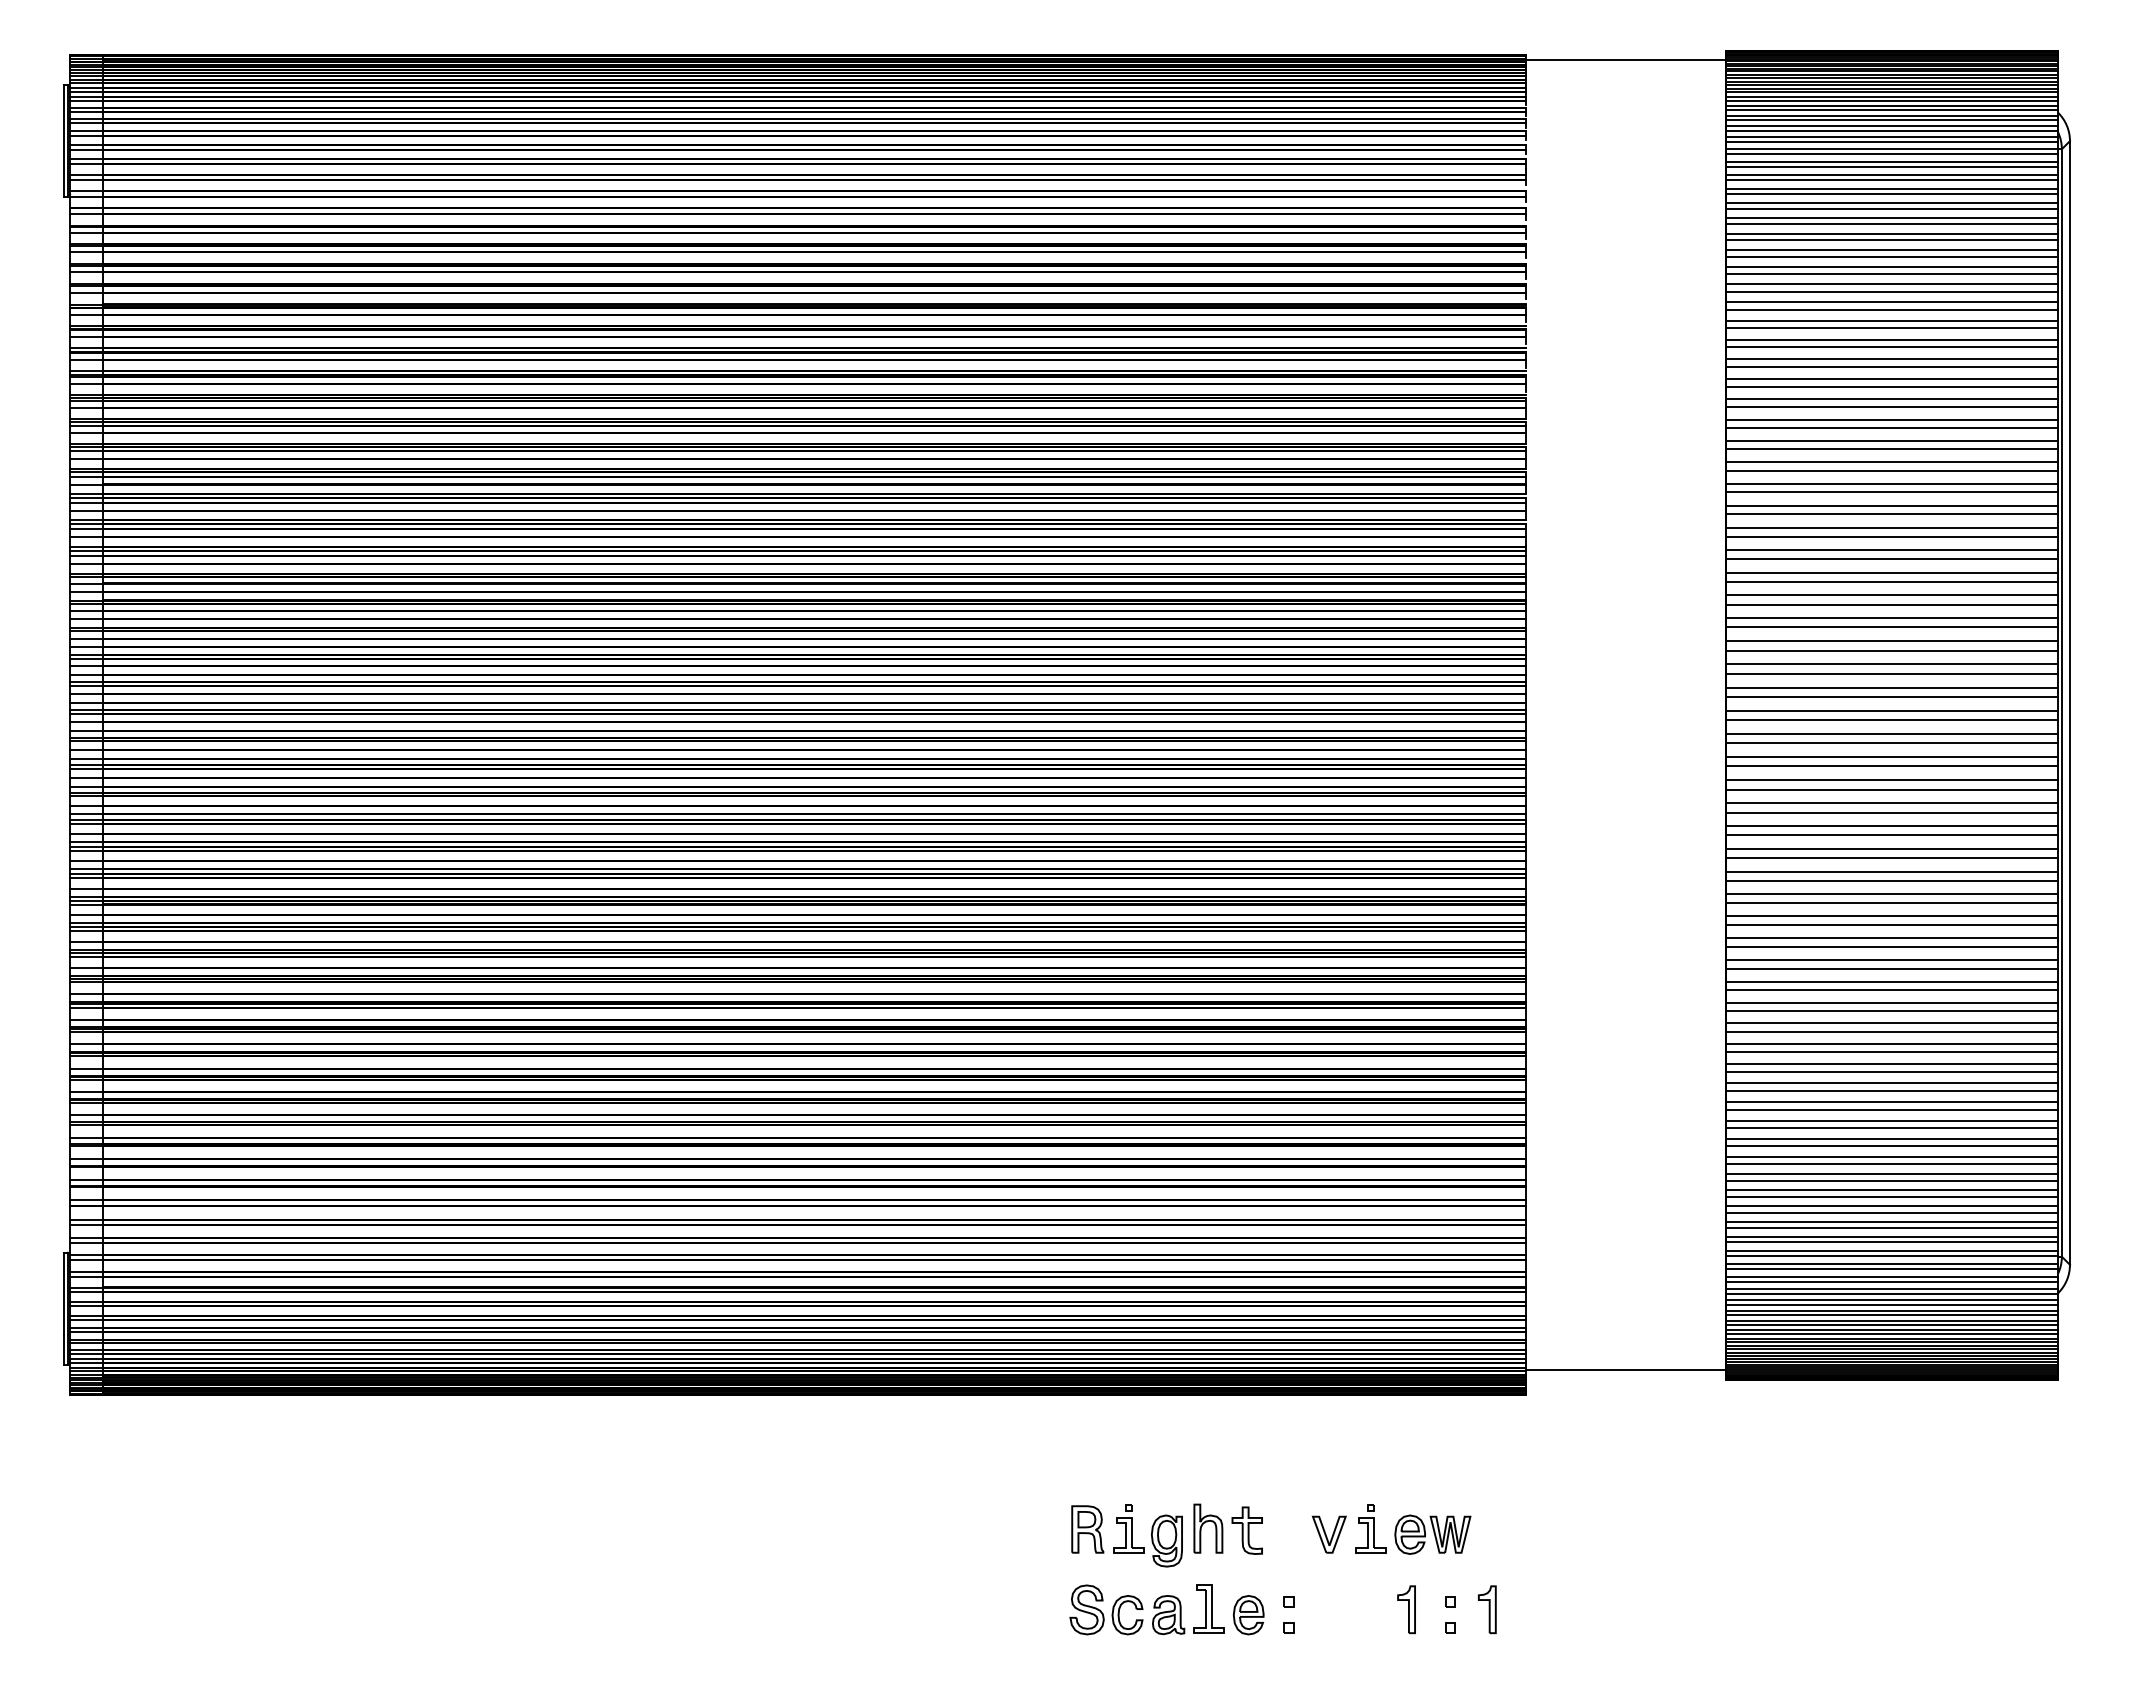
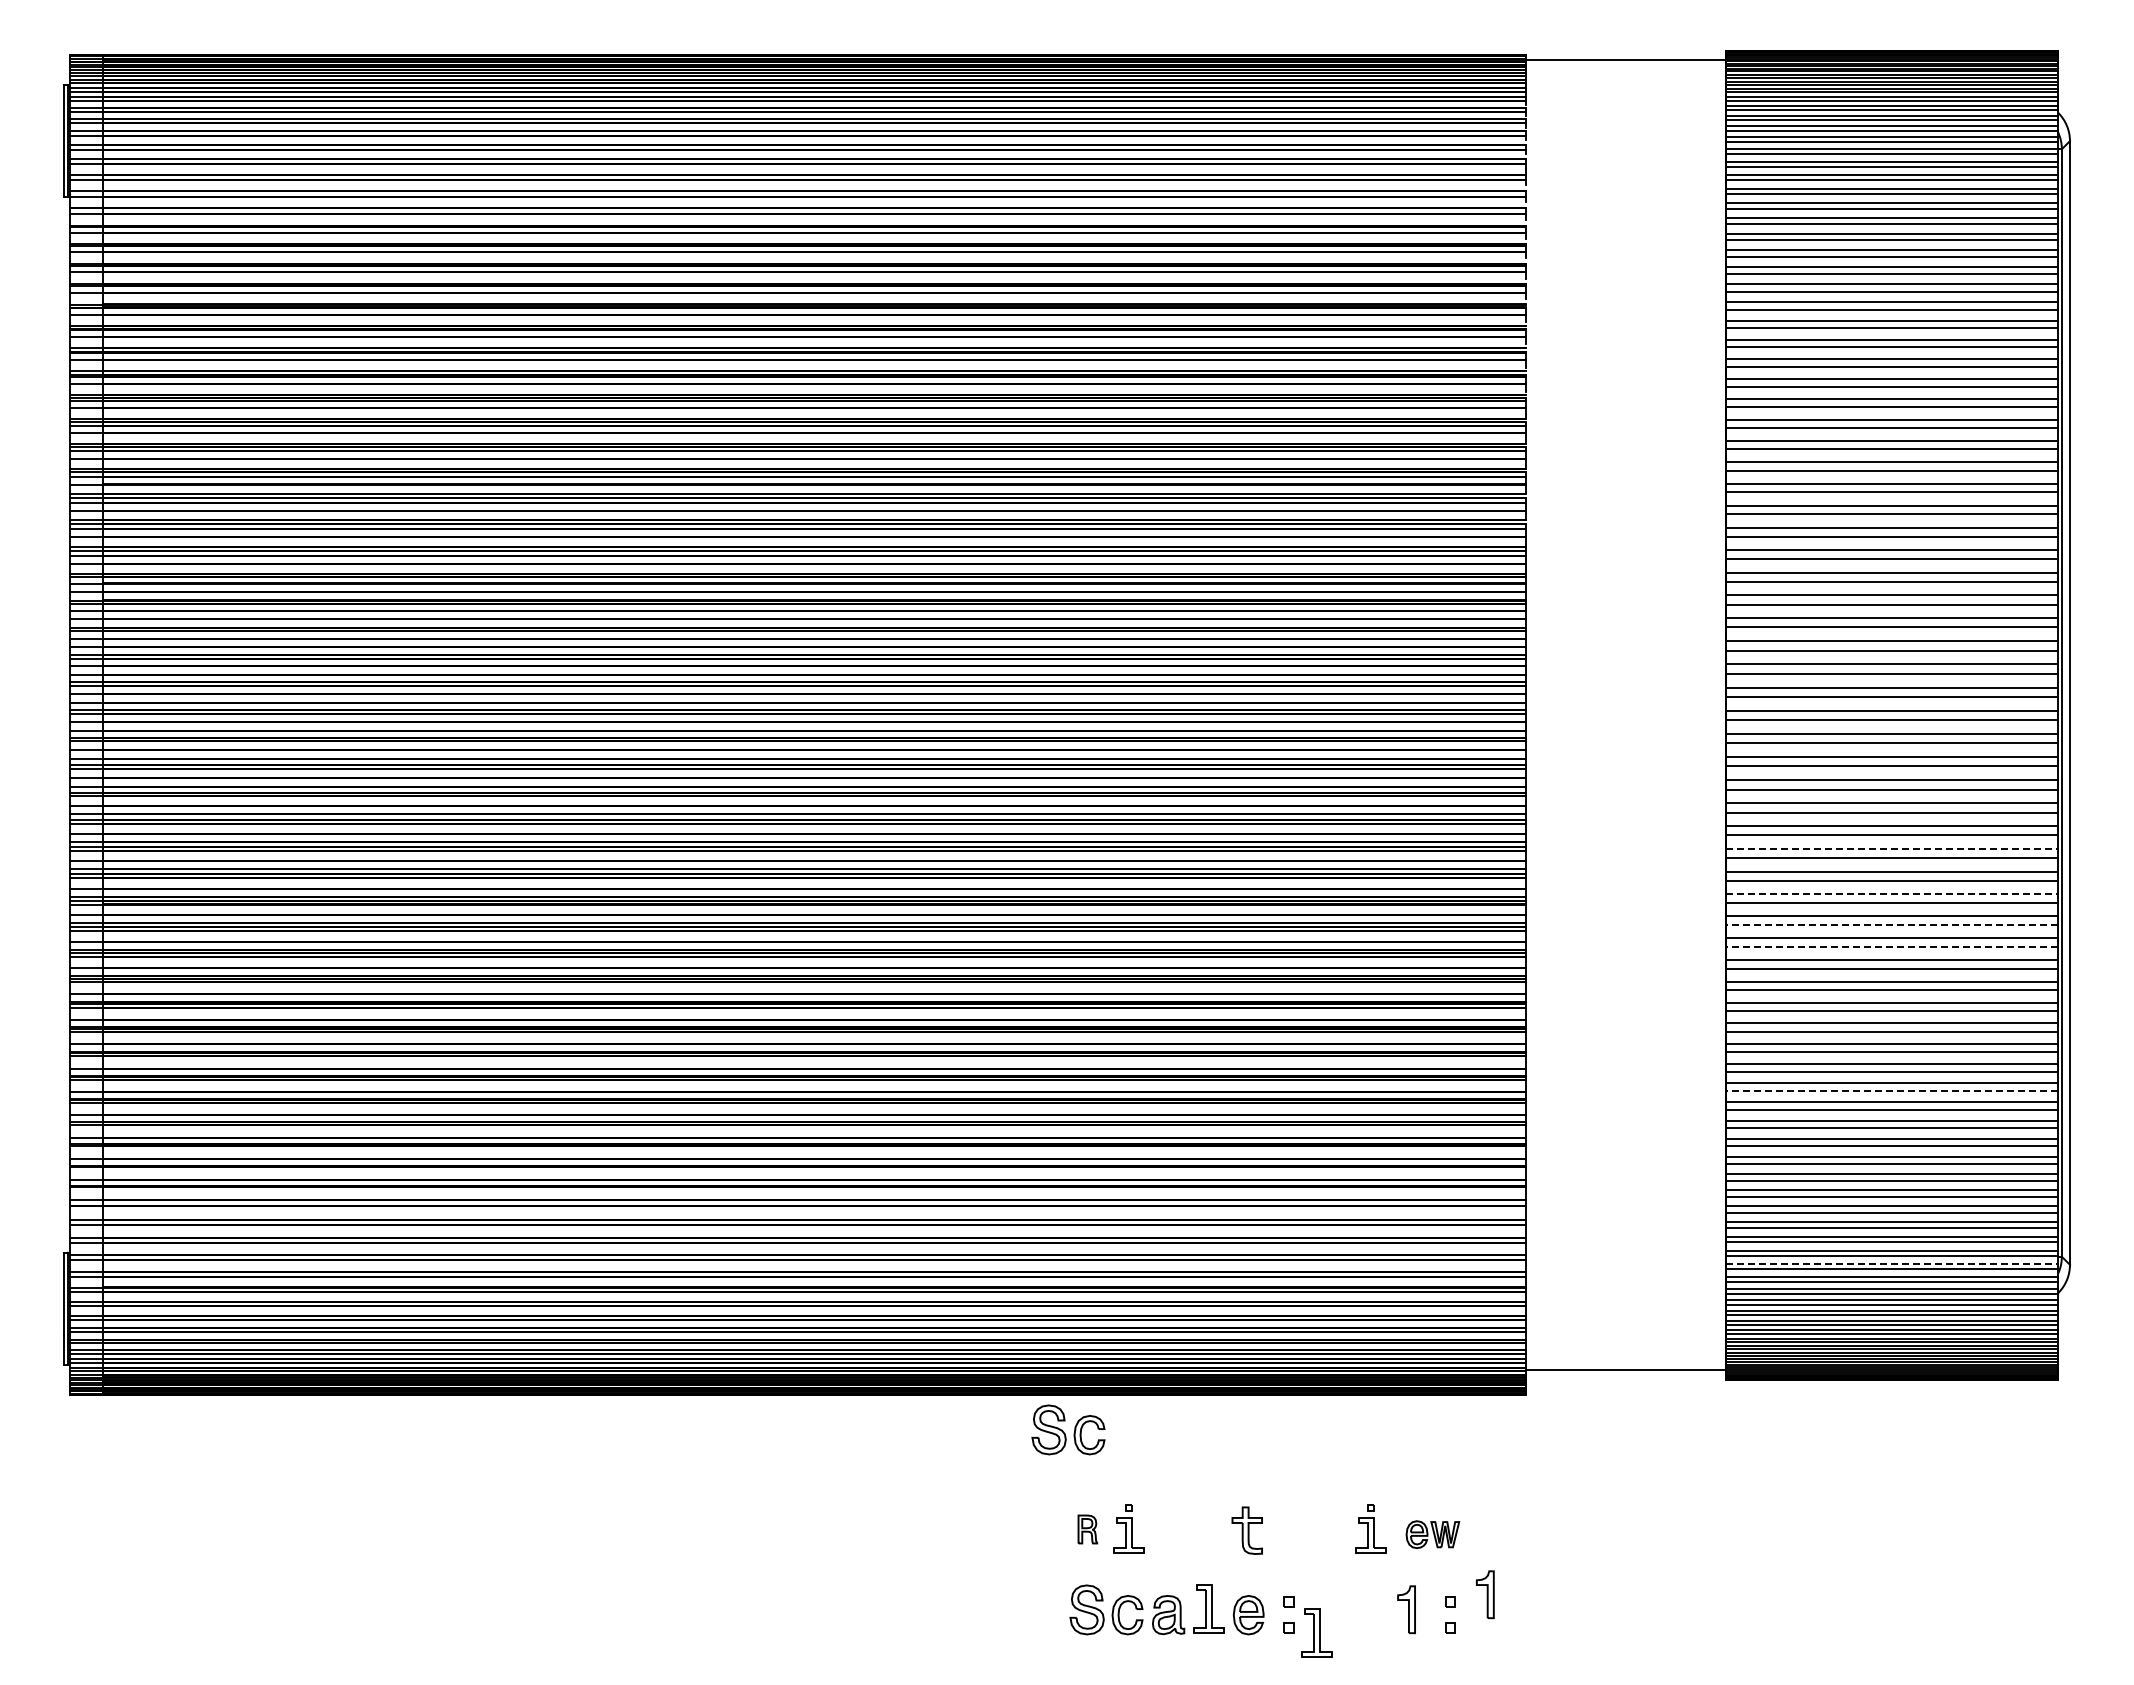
line at (1892, 849): solid -> dashed
line at (1892, 894): solid -> dashed
line at (1891, 925): solid -> dashed
line at (1891, 947): solid -> dashed
line at (1891, 1091): solid -> dashed
line at (1892, 1264): solid -> dashed
part at (1068, 1429): none -> present
part at (1207, 1522): present -> none
part at (1087, 1529) size: 34x49 px -> 22x31 px
part at (1328, 1534): present -> none
part at (1432, 1534) size: 78x41 px -> 56x29 px
part at (1166, 1540): present -> none
part at (1487, 1609) position: (1487, 1609) -> (1485, 1594)
part at (1316, 1632): none -> present
